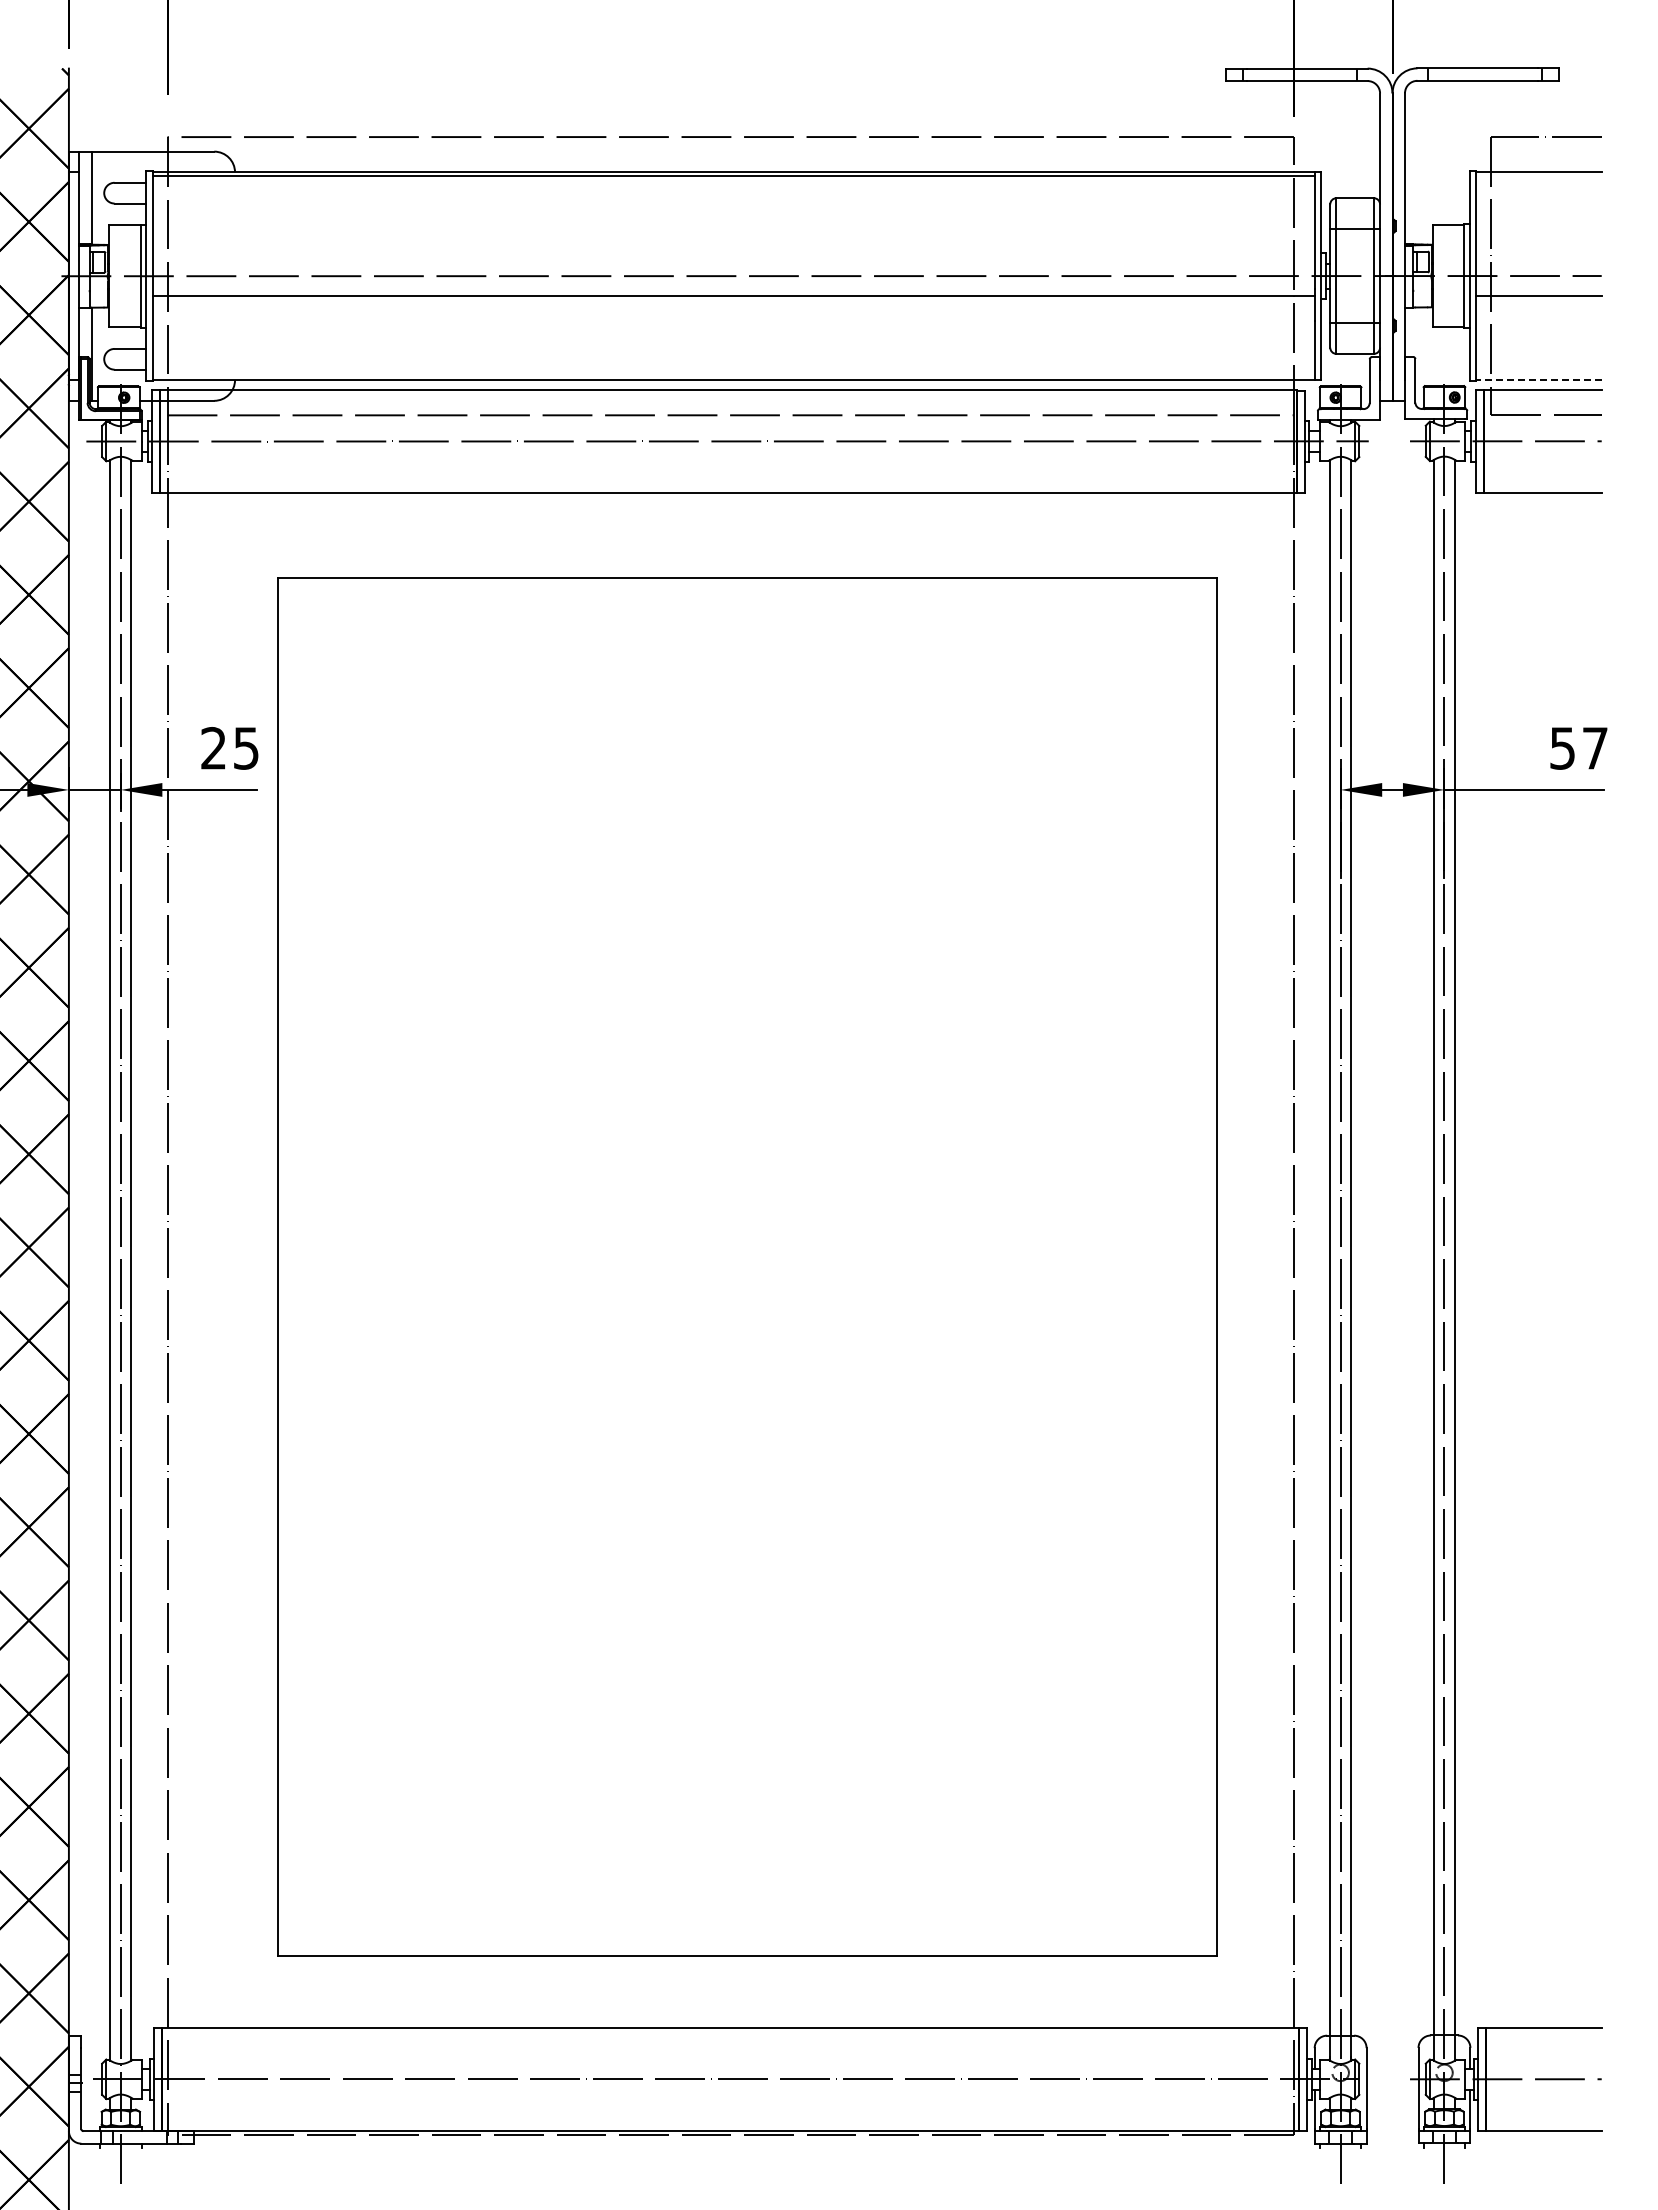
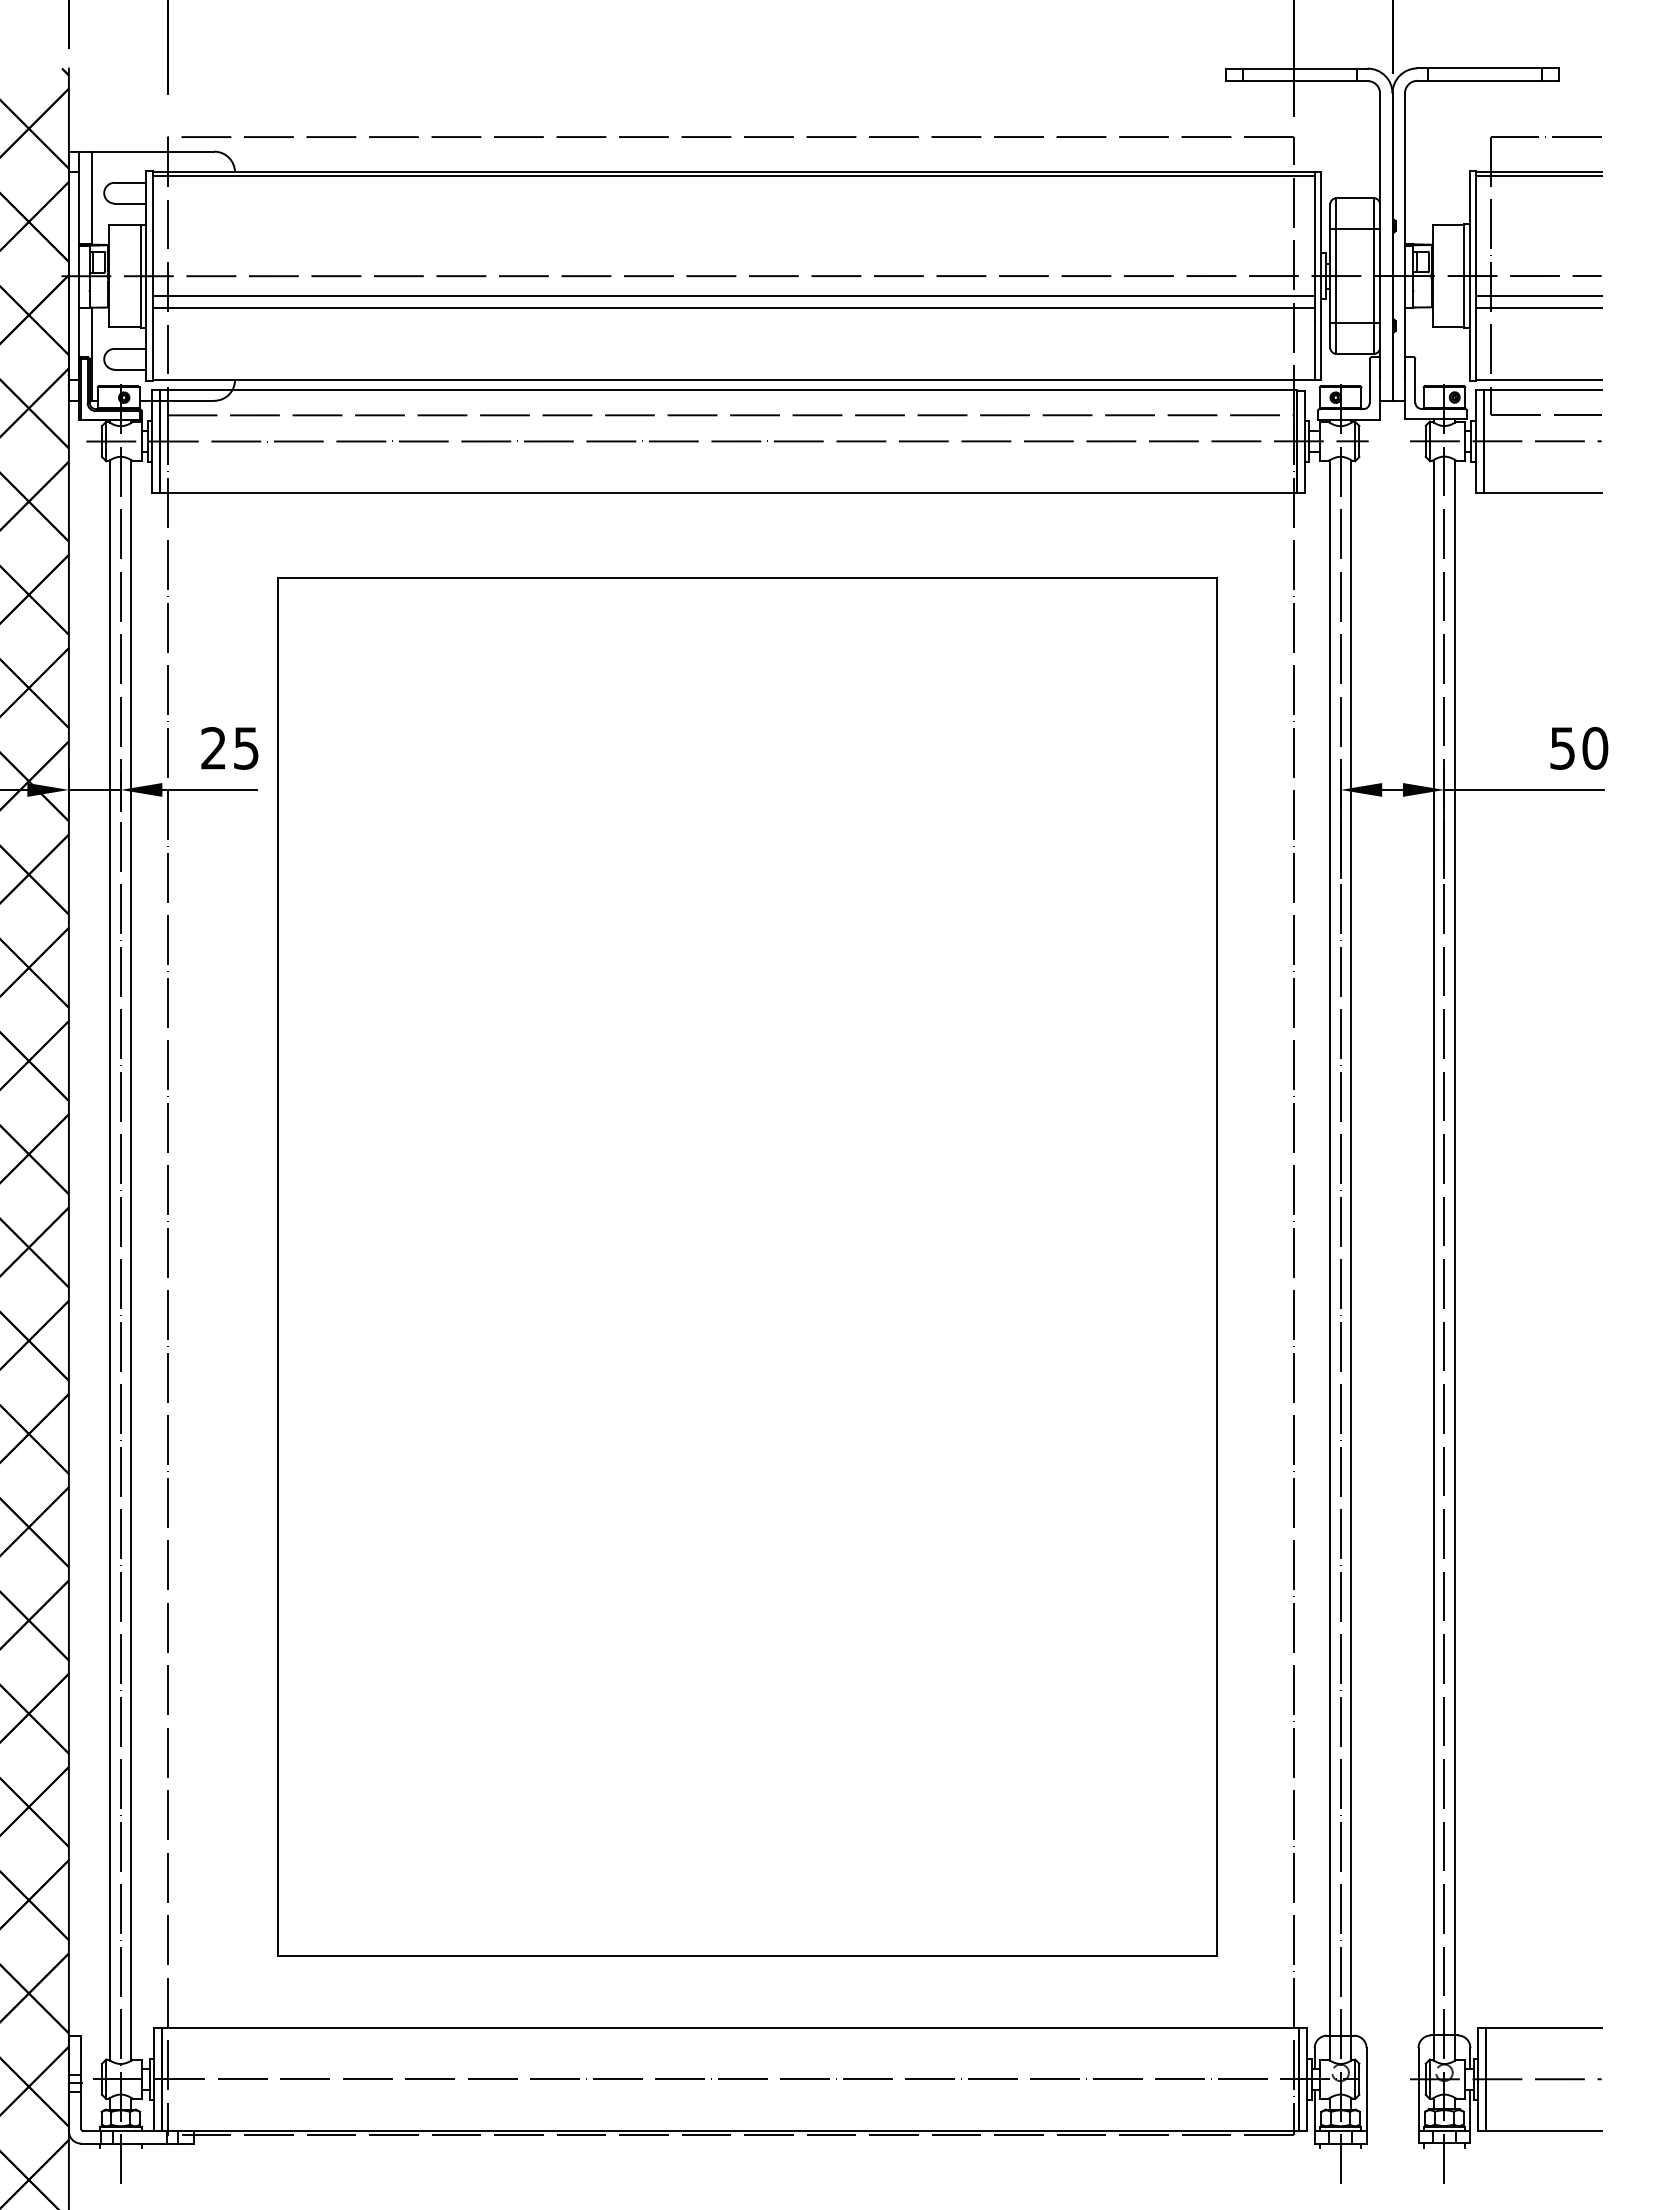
line at (1538, 176): none -> present
line at (1538, 307): none -> present
line at (733, 308): none -> present
line at (1539, 379): dashed -> solid
text at (1595, 747): 57 -> 50
